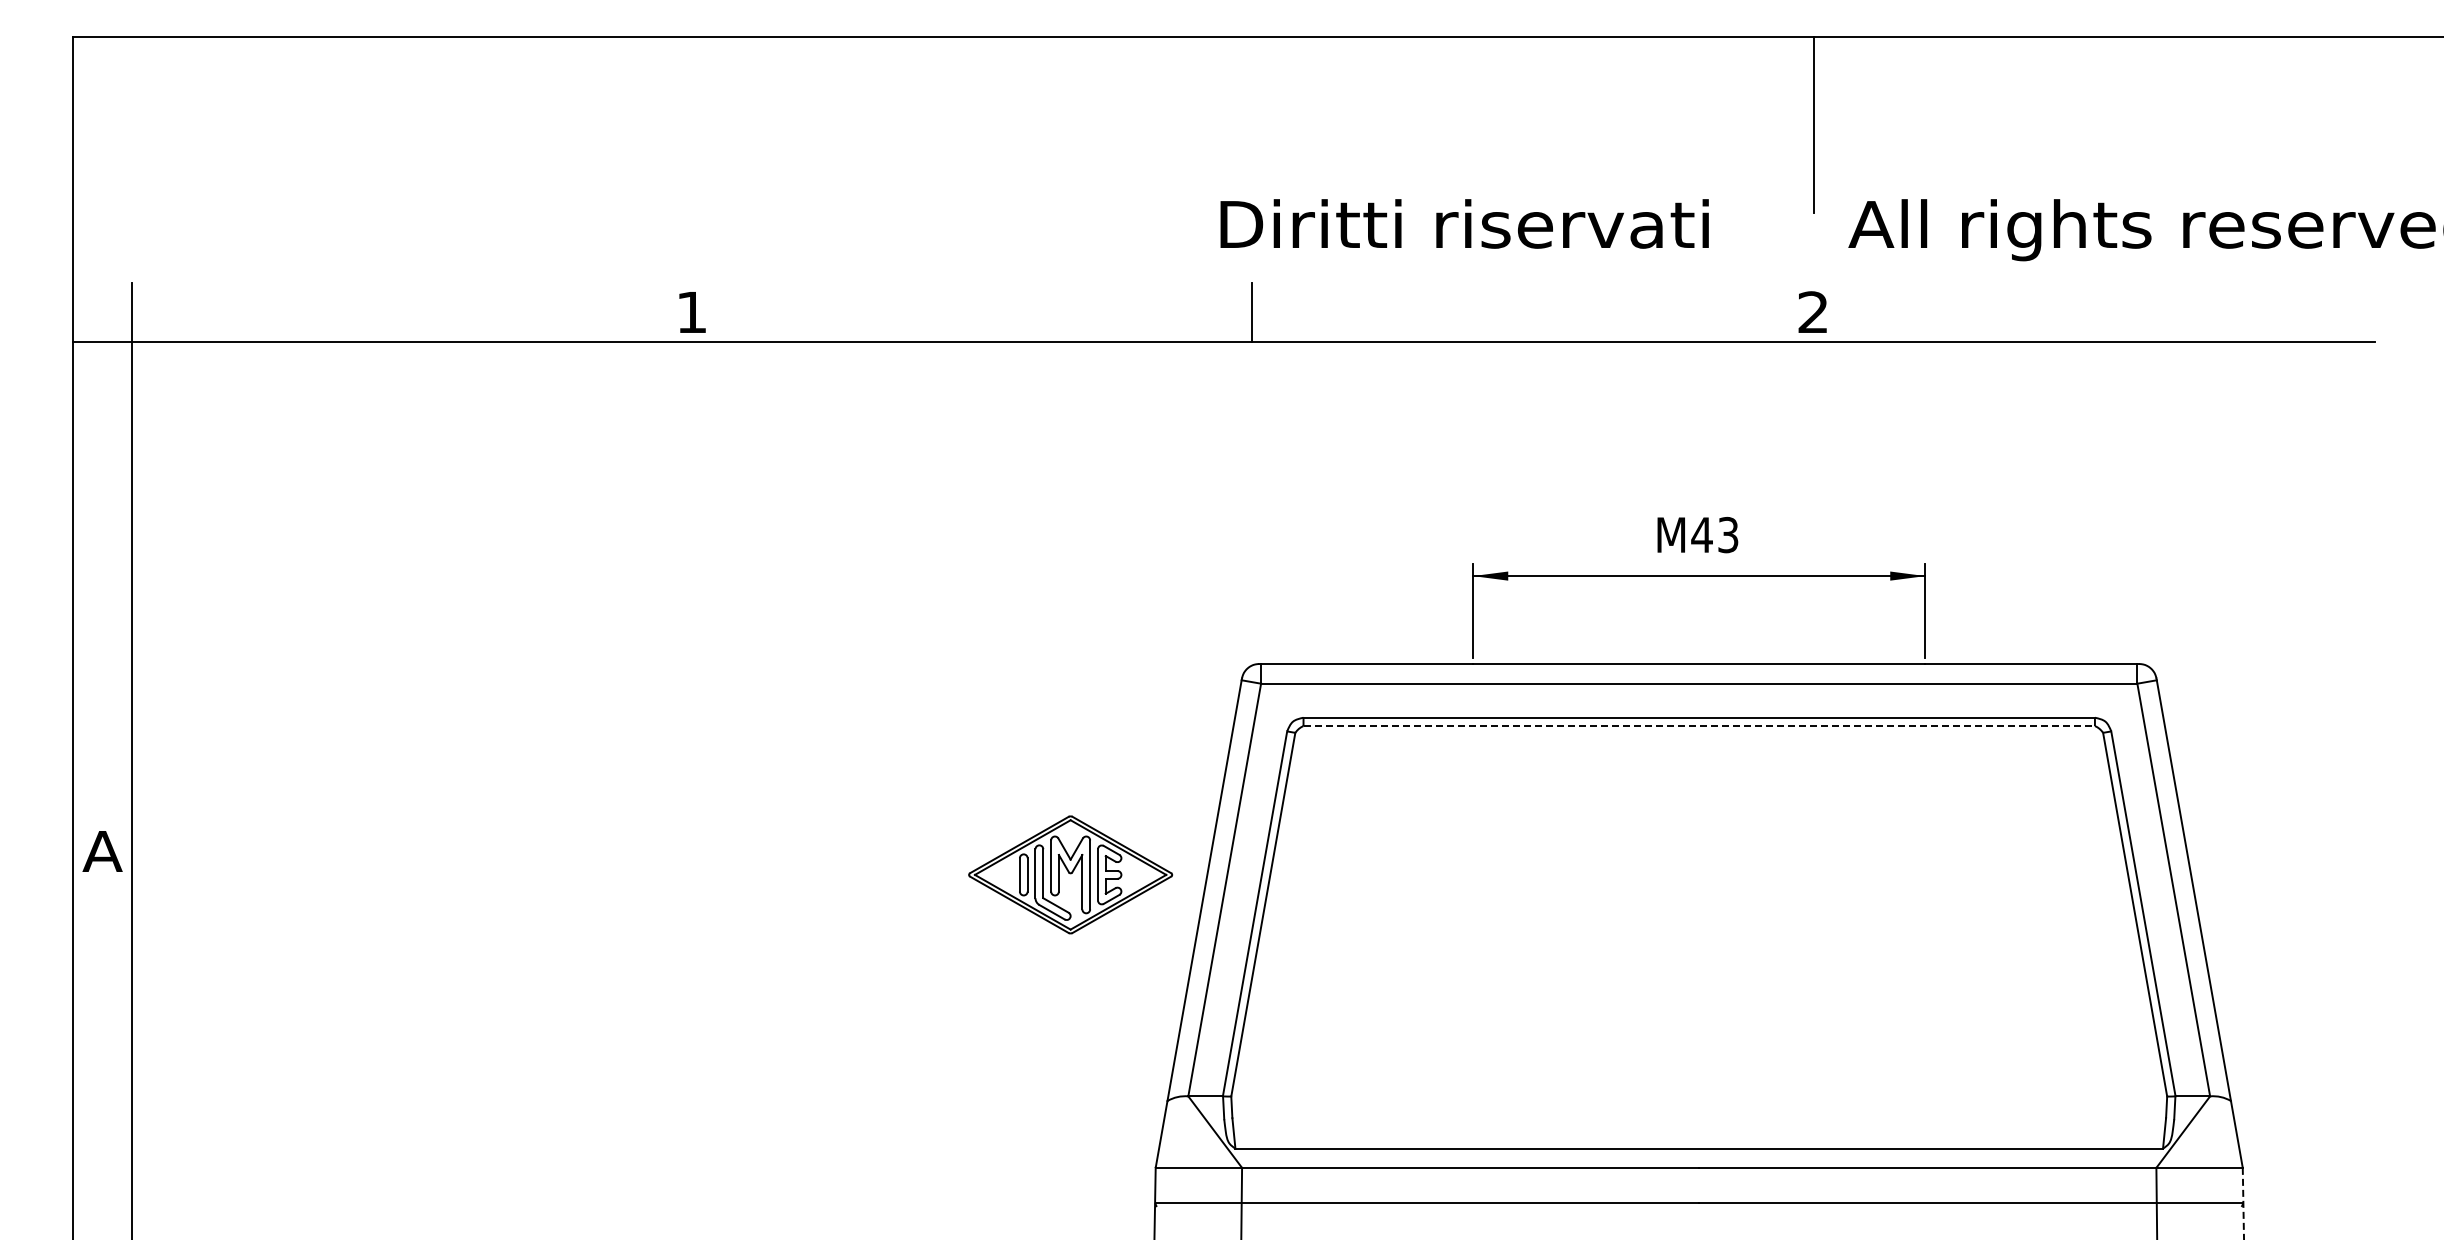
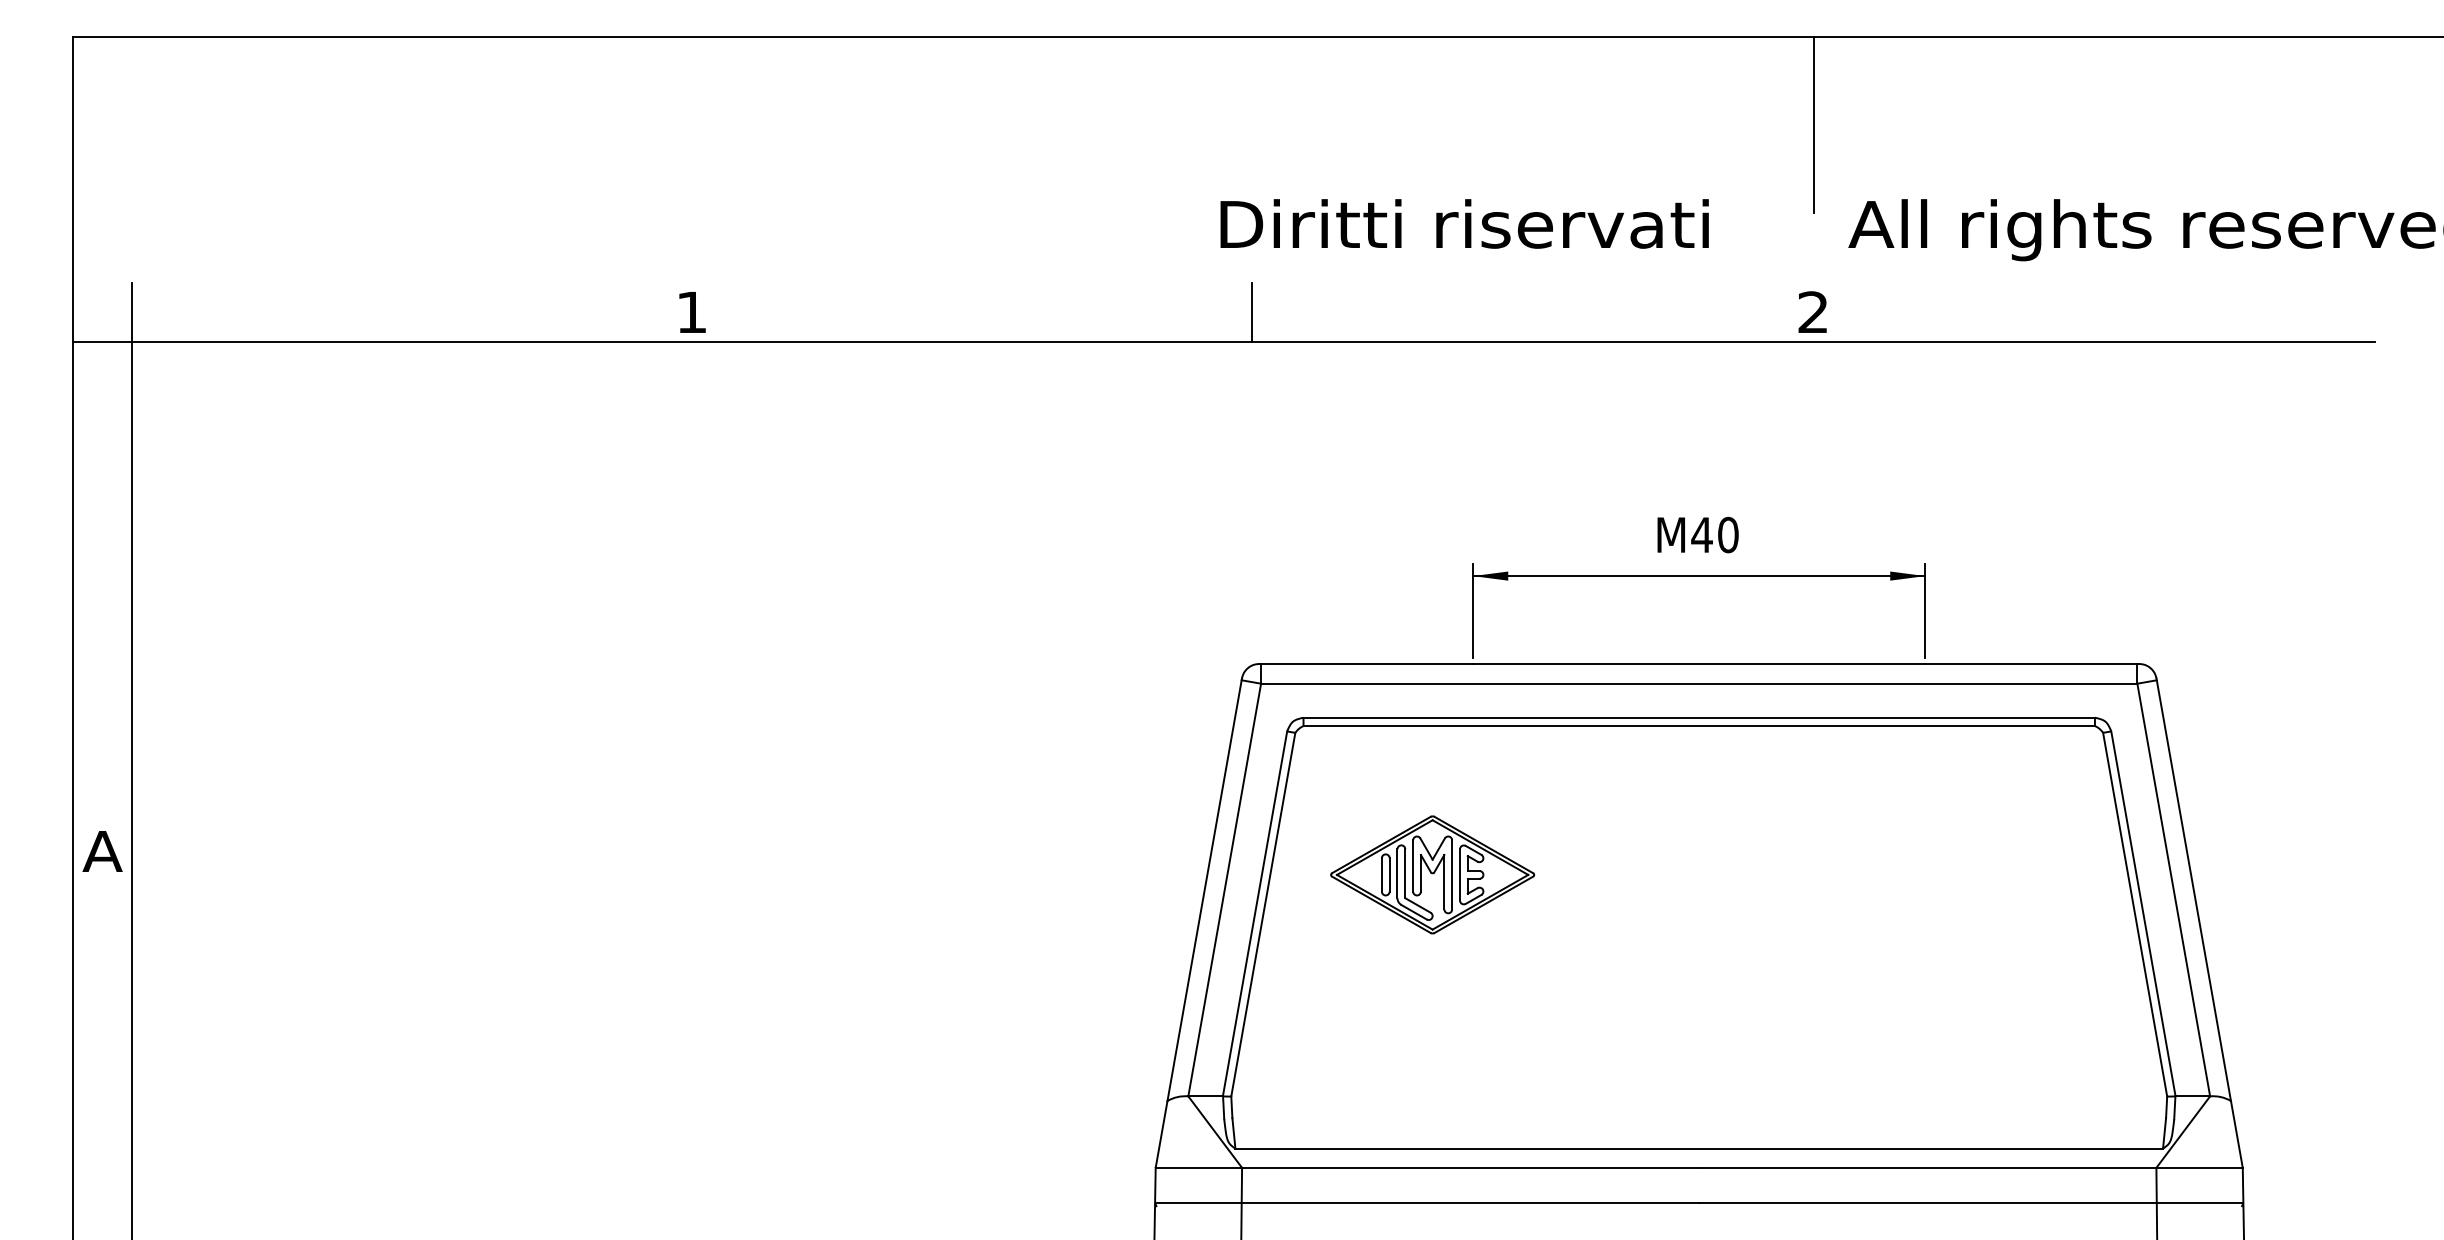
text at (1728, 535): M43 -> M40
line at (1699, 726): dashed -> solid
part at (1070, 874) position: (1070, 874) -> (1432, 874)
line at (2243, 1203): dashed -> solid
